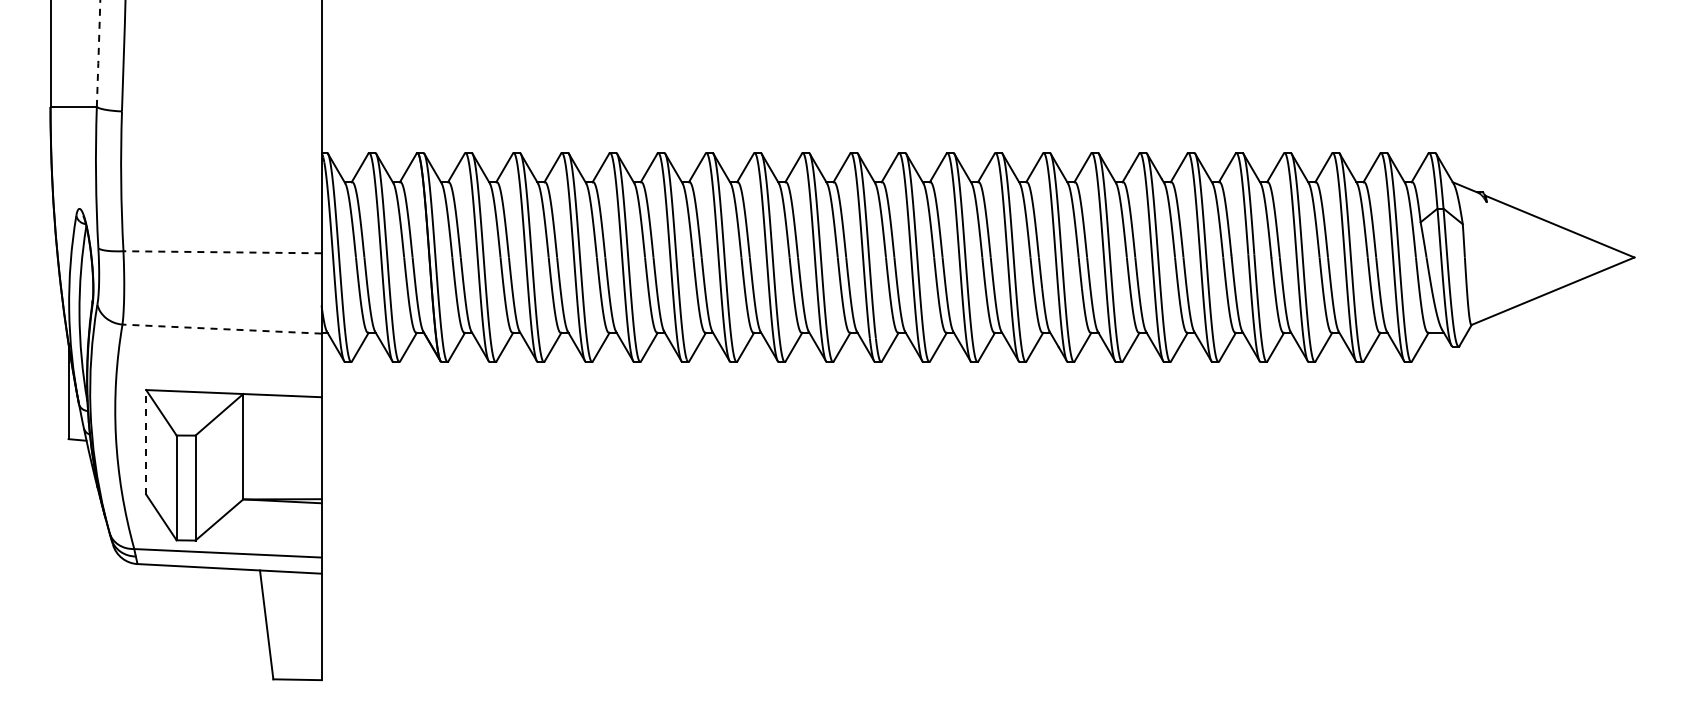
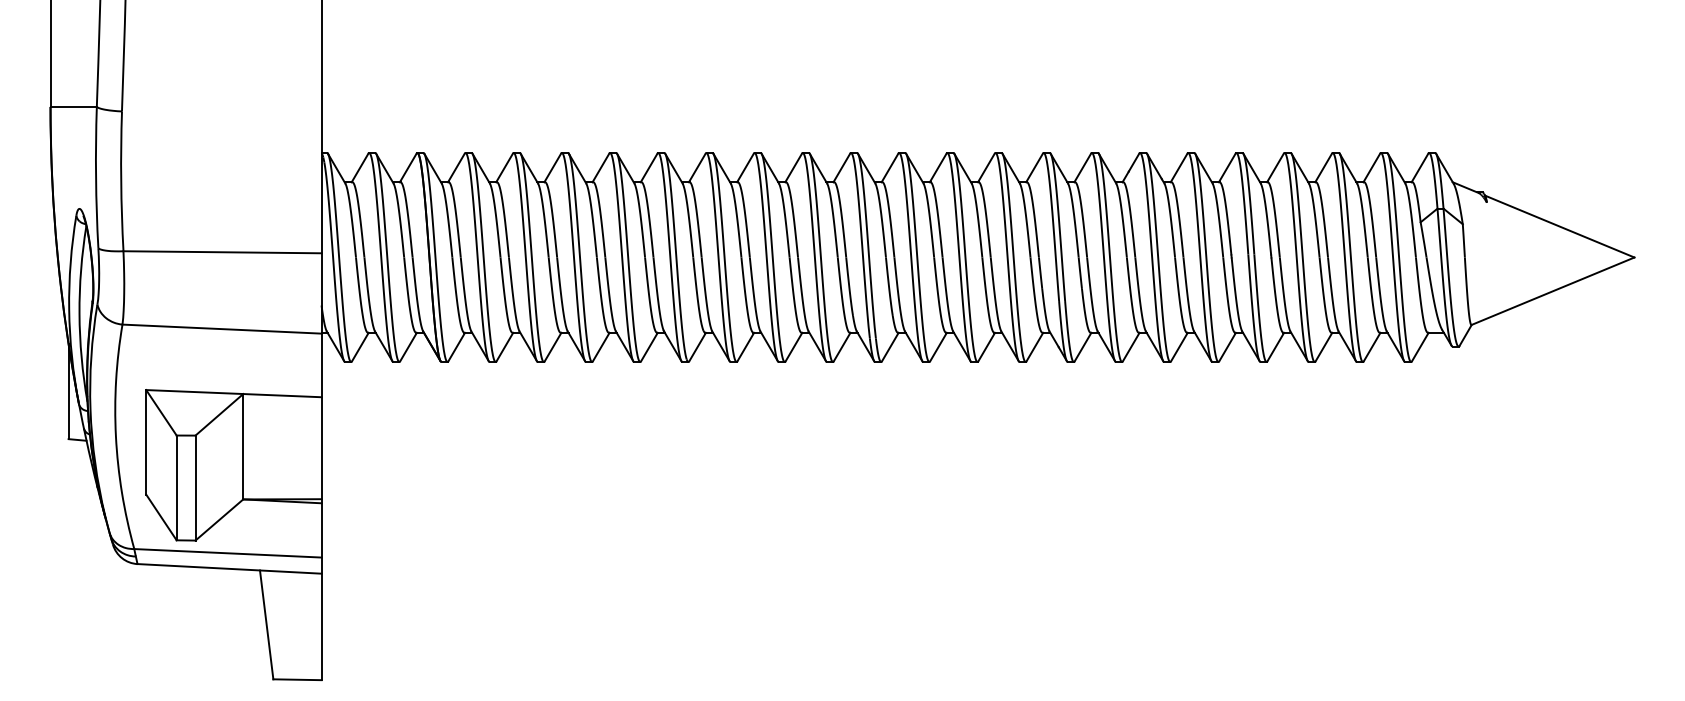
arc at (98, 53): dashed -> solid
line at (222, 252): dashed -> solid
line at (222, 329): dashed -> solid
line at (146, 441): dashed -> solid
